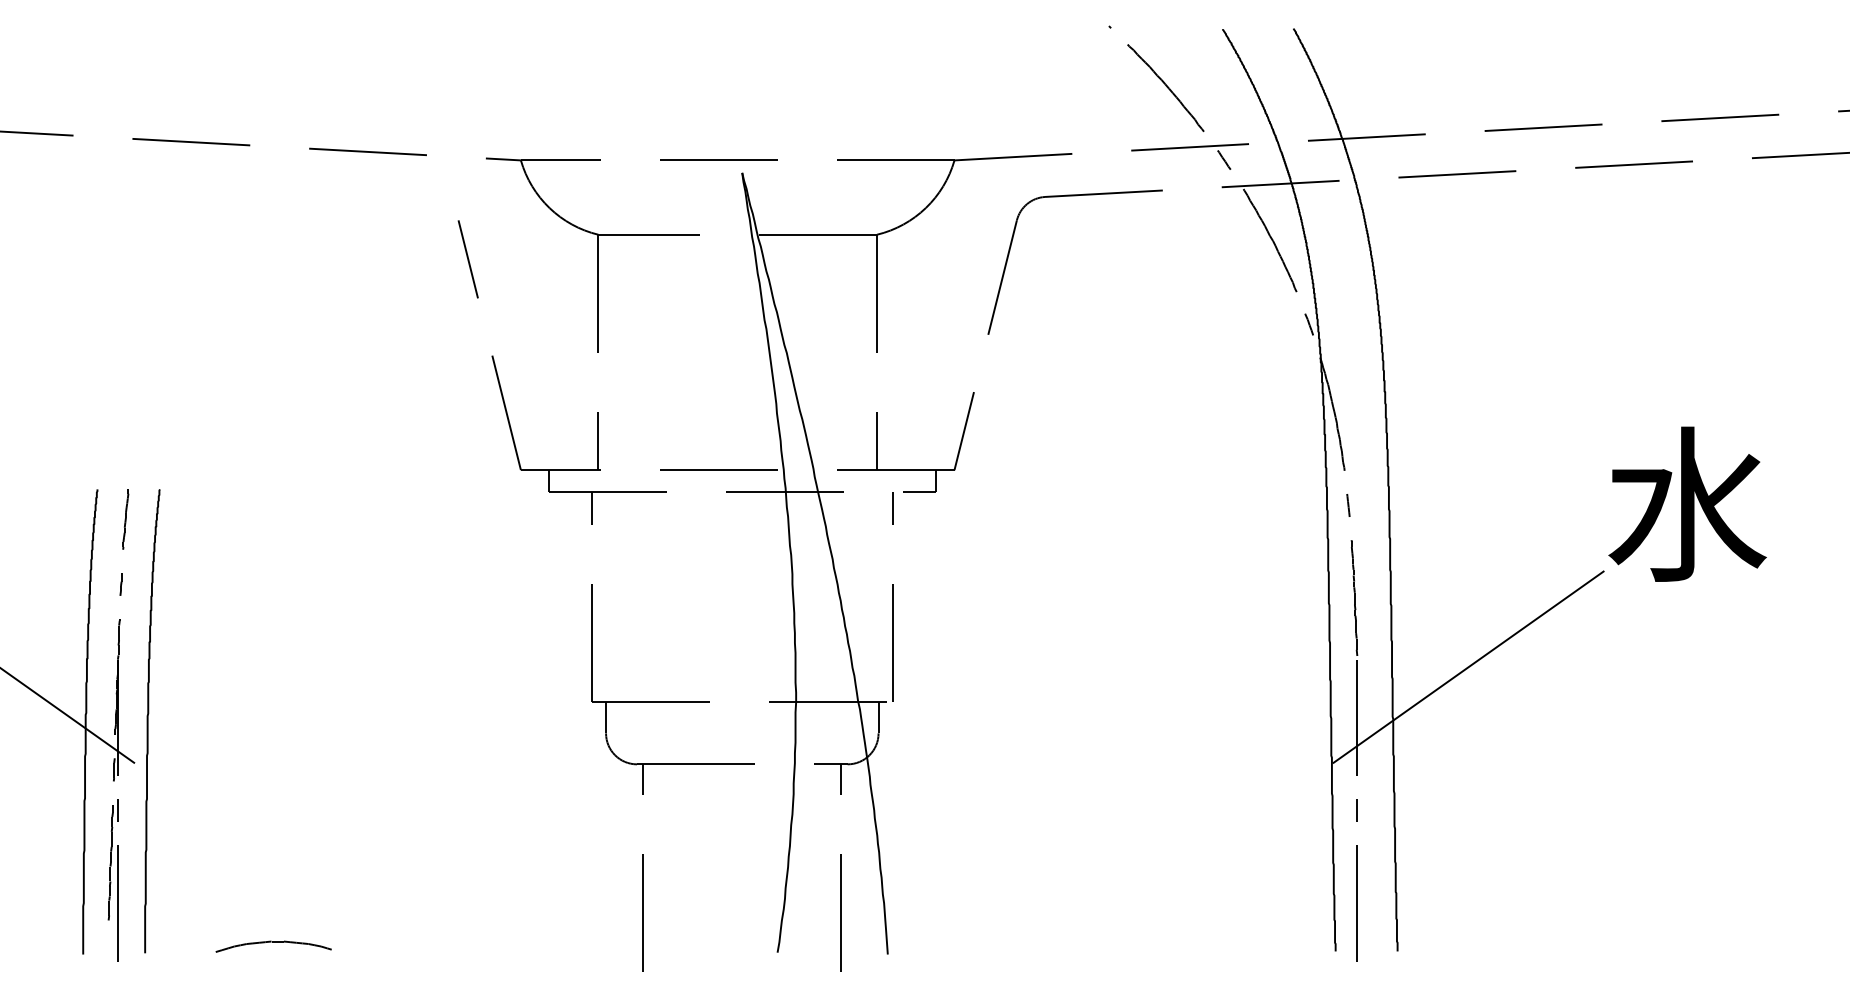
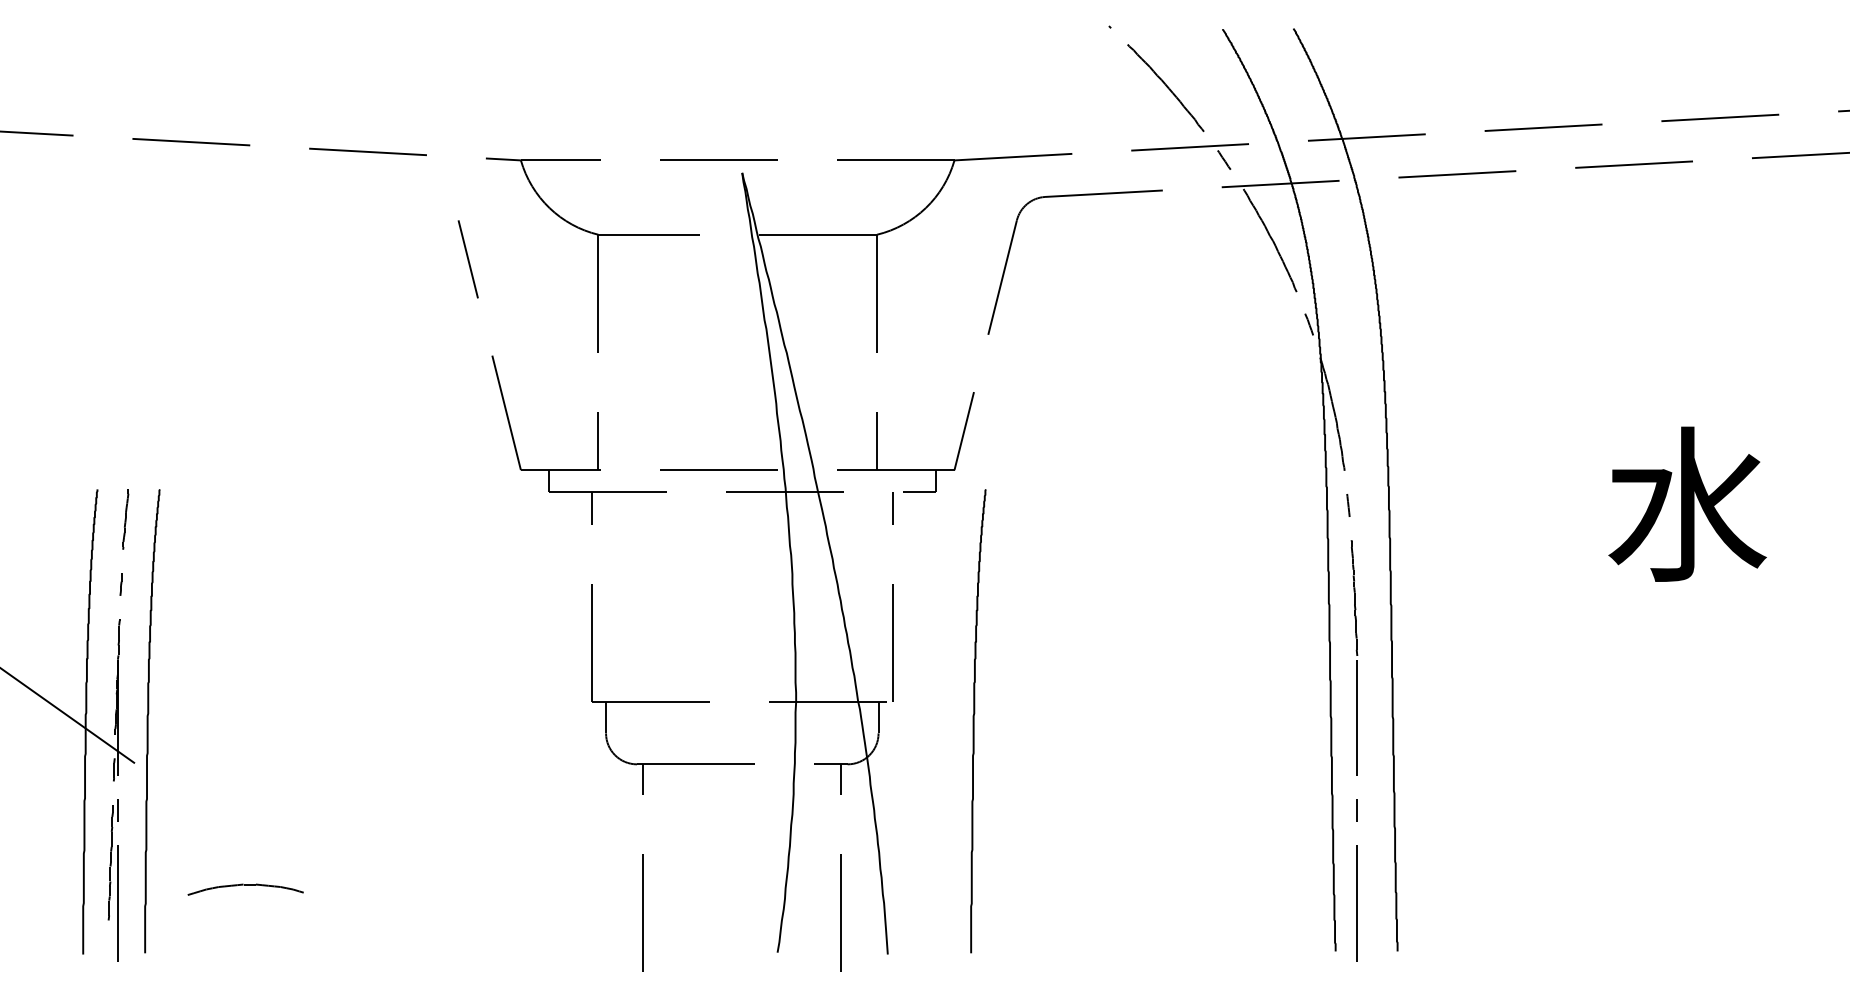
line at (1468, 666): present -> none
curve at (974, 721): none -> present
curve at (273, 942) position: (273, 942) -> (245, 885)
